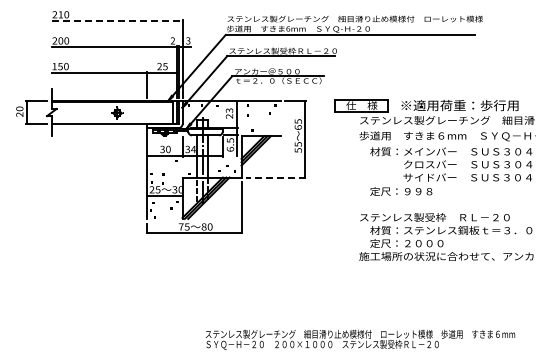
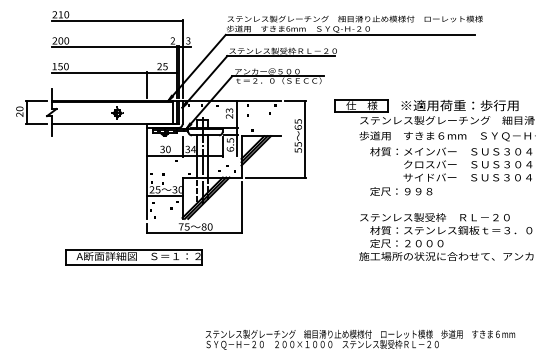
line at (117, 20): dashed -> solid
line at (276, 177): dashed -> solid
part at (133, 257): none -> present
